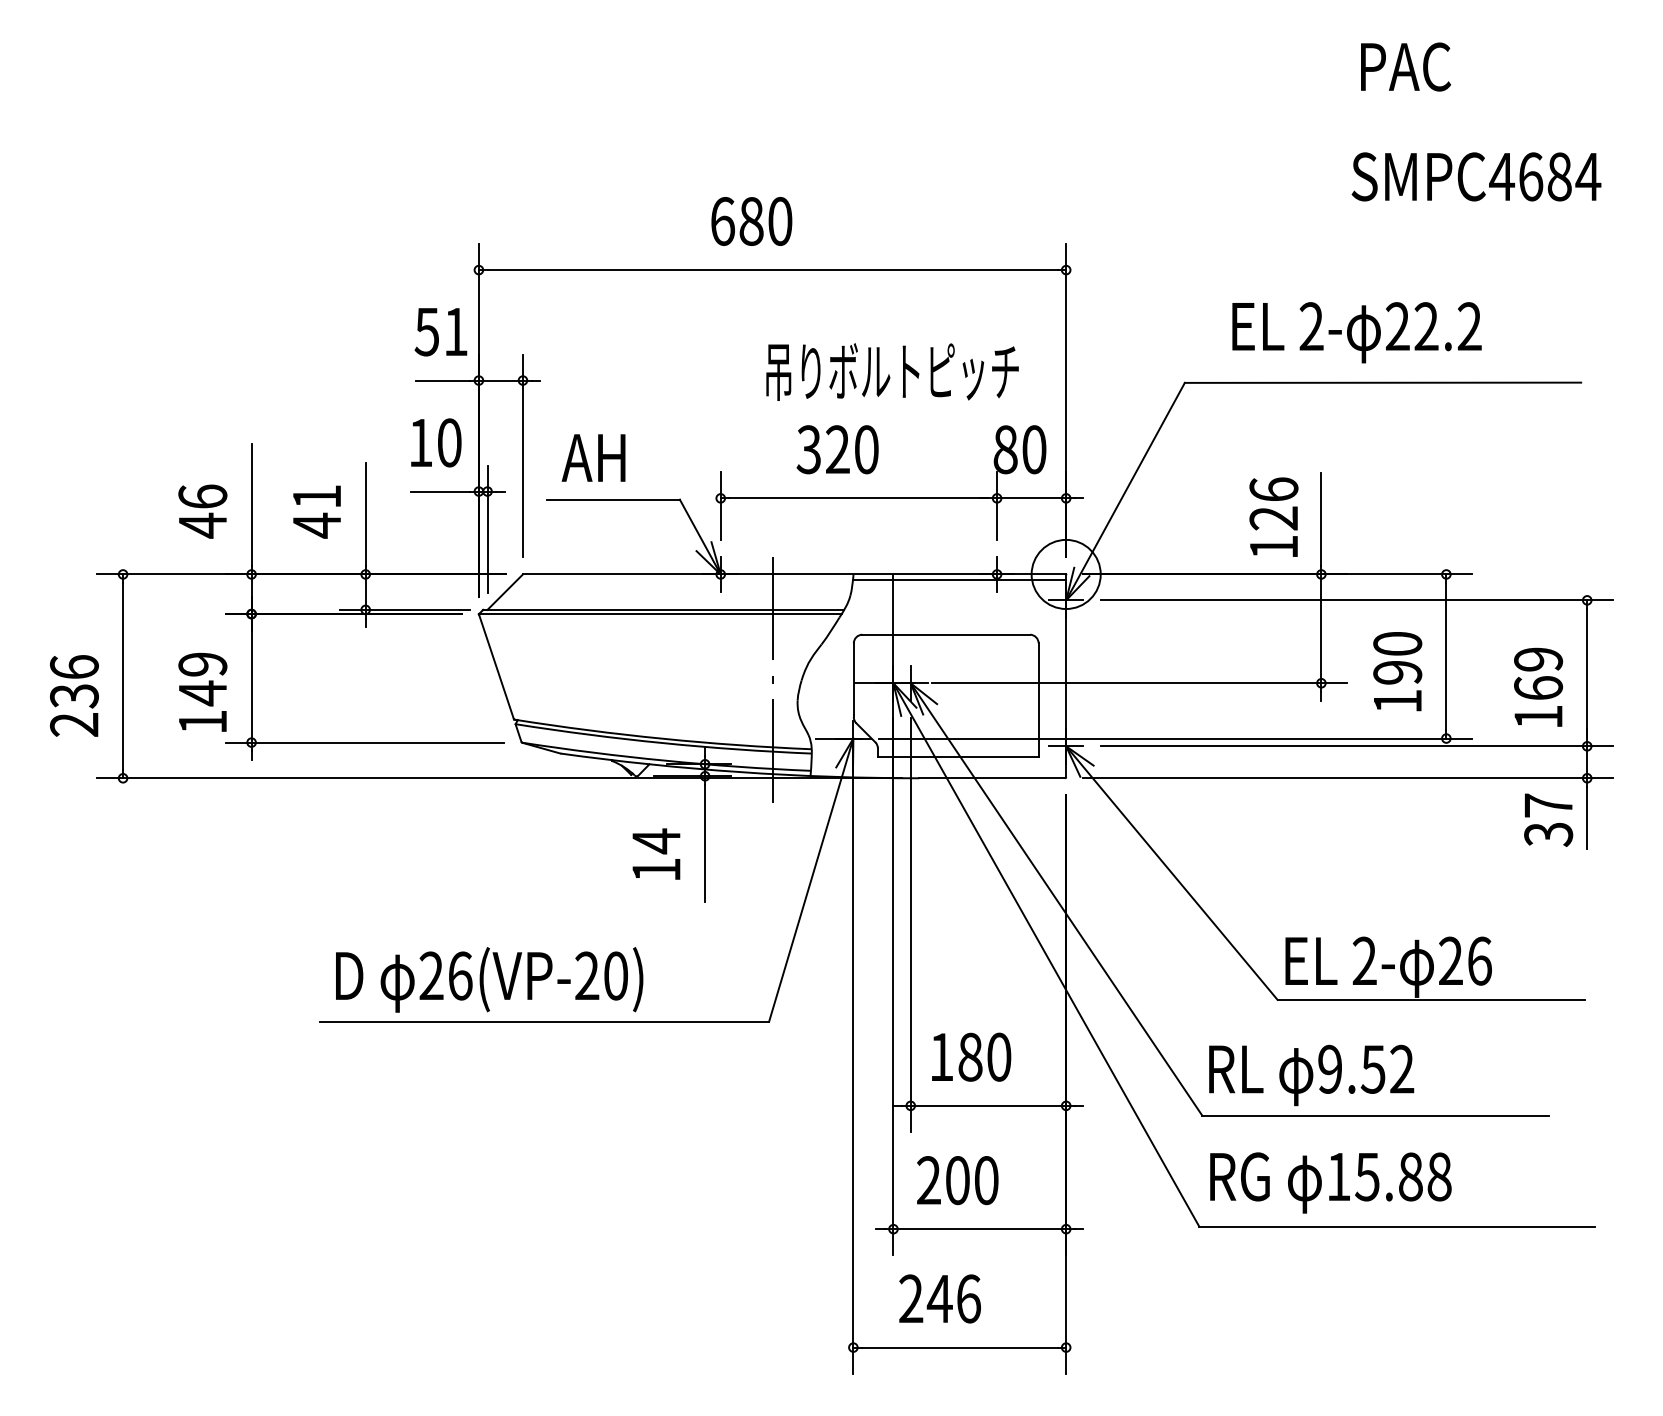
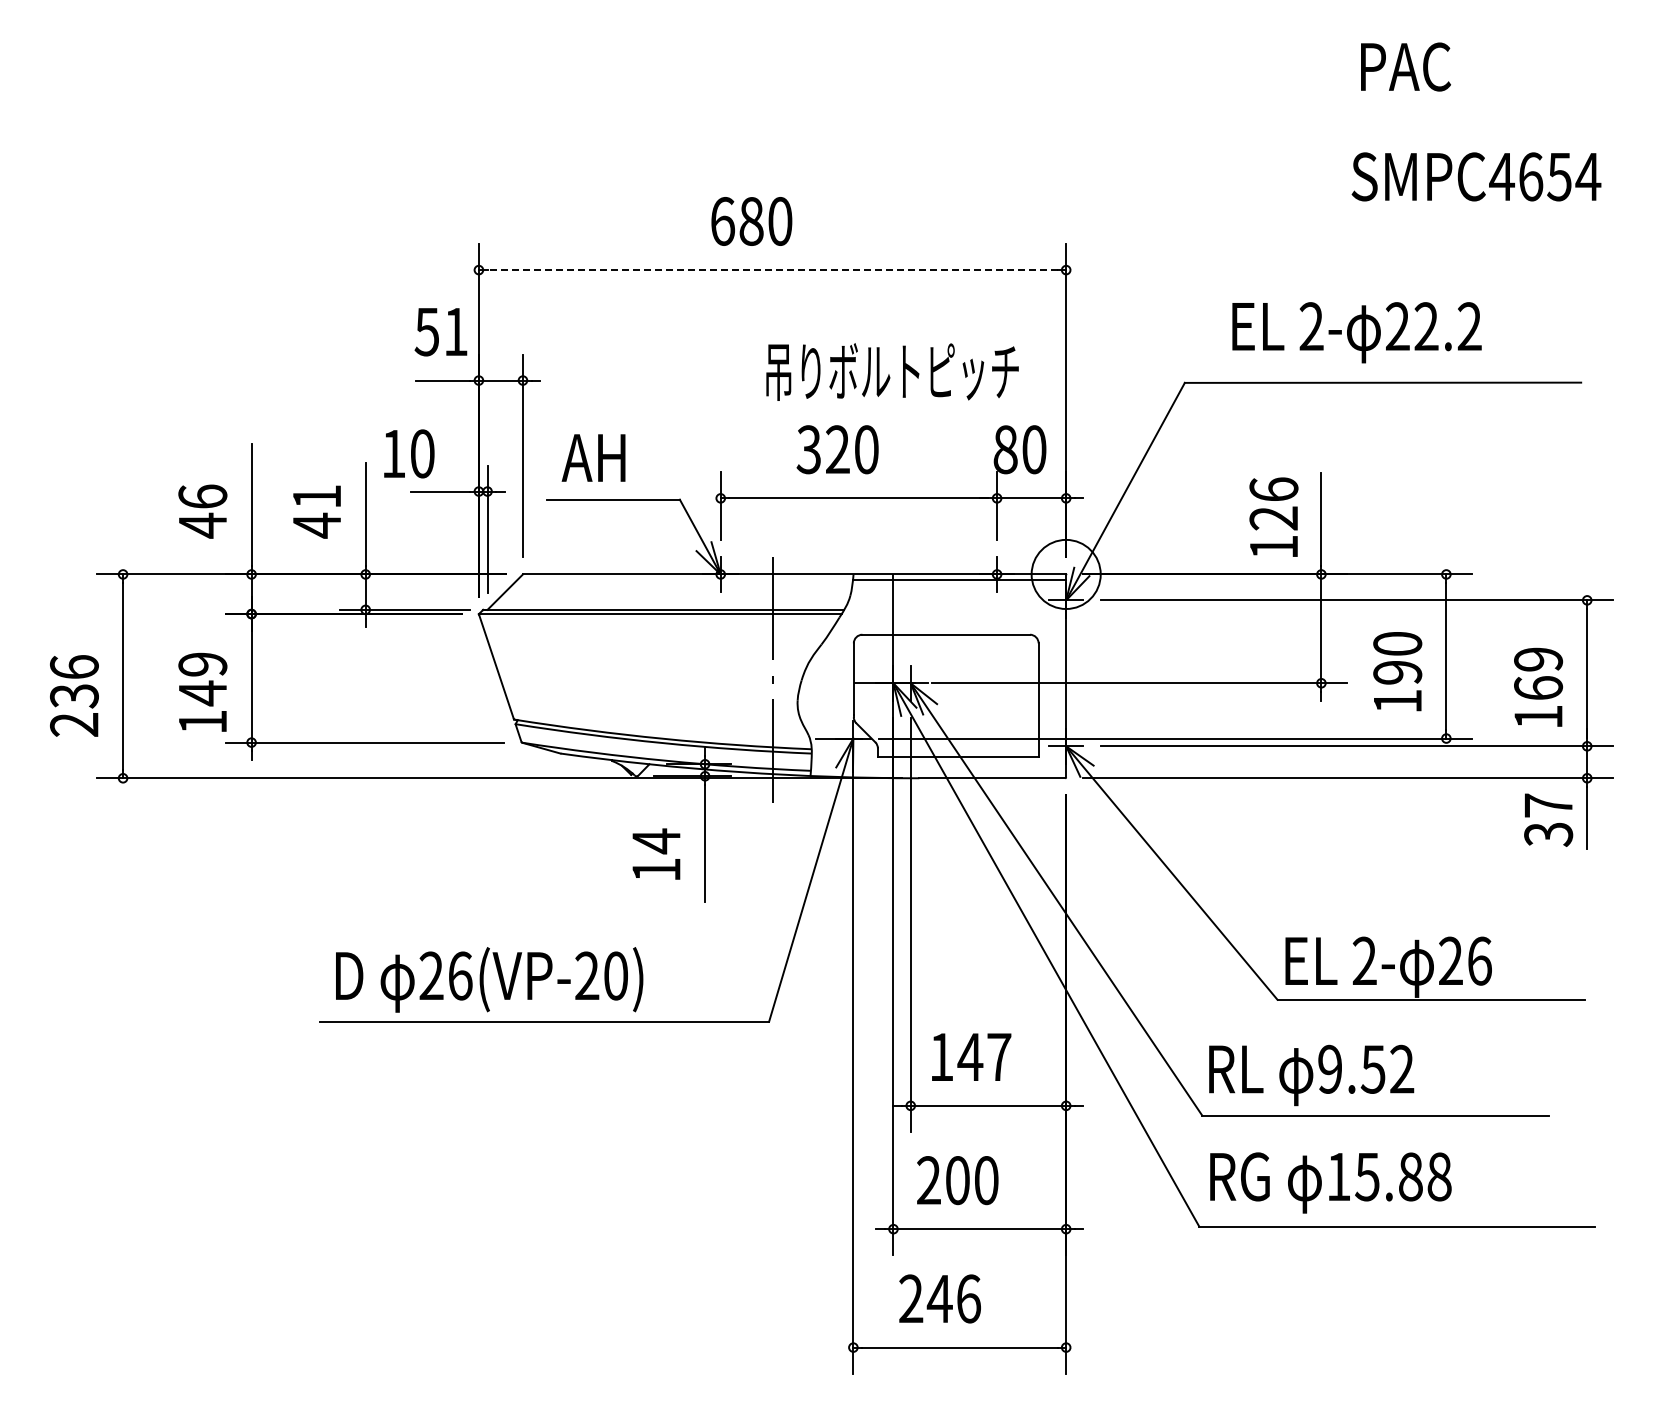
text at (1559, 176): SMPC4684 -> SMPC4654
line at (772, 270): solid -> dashed
text at (436, 442) position: (436, 442) -> (409, 453)
text at (984, 1056): 180 -> 147
